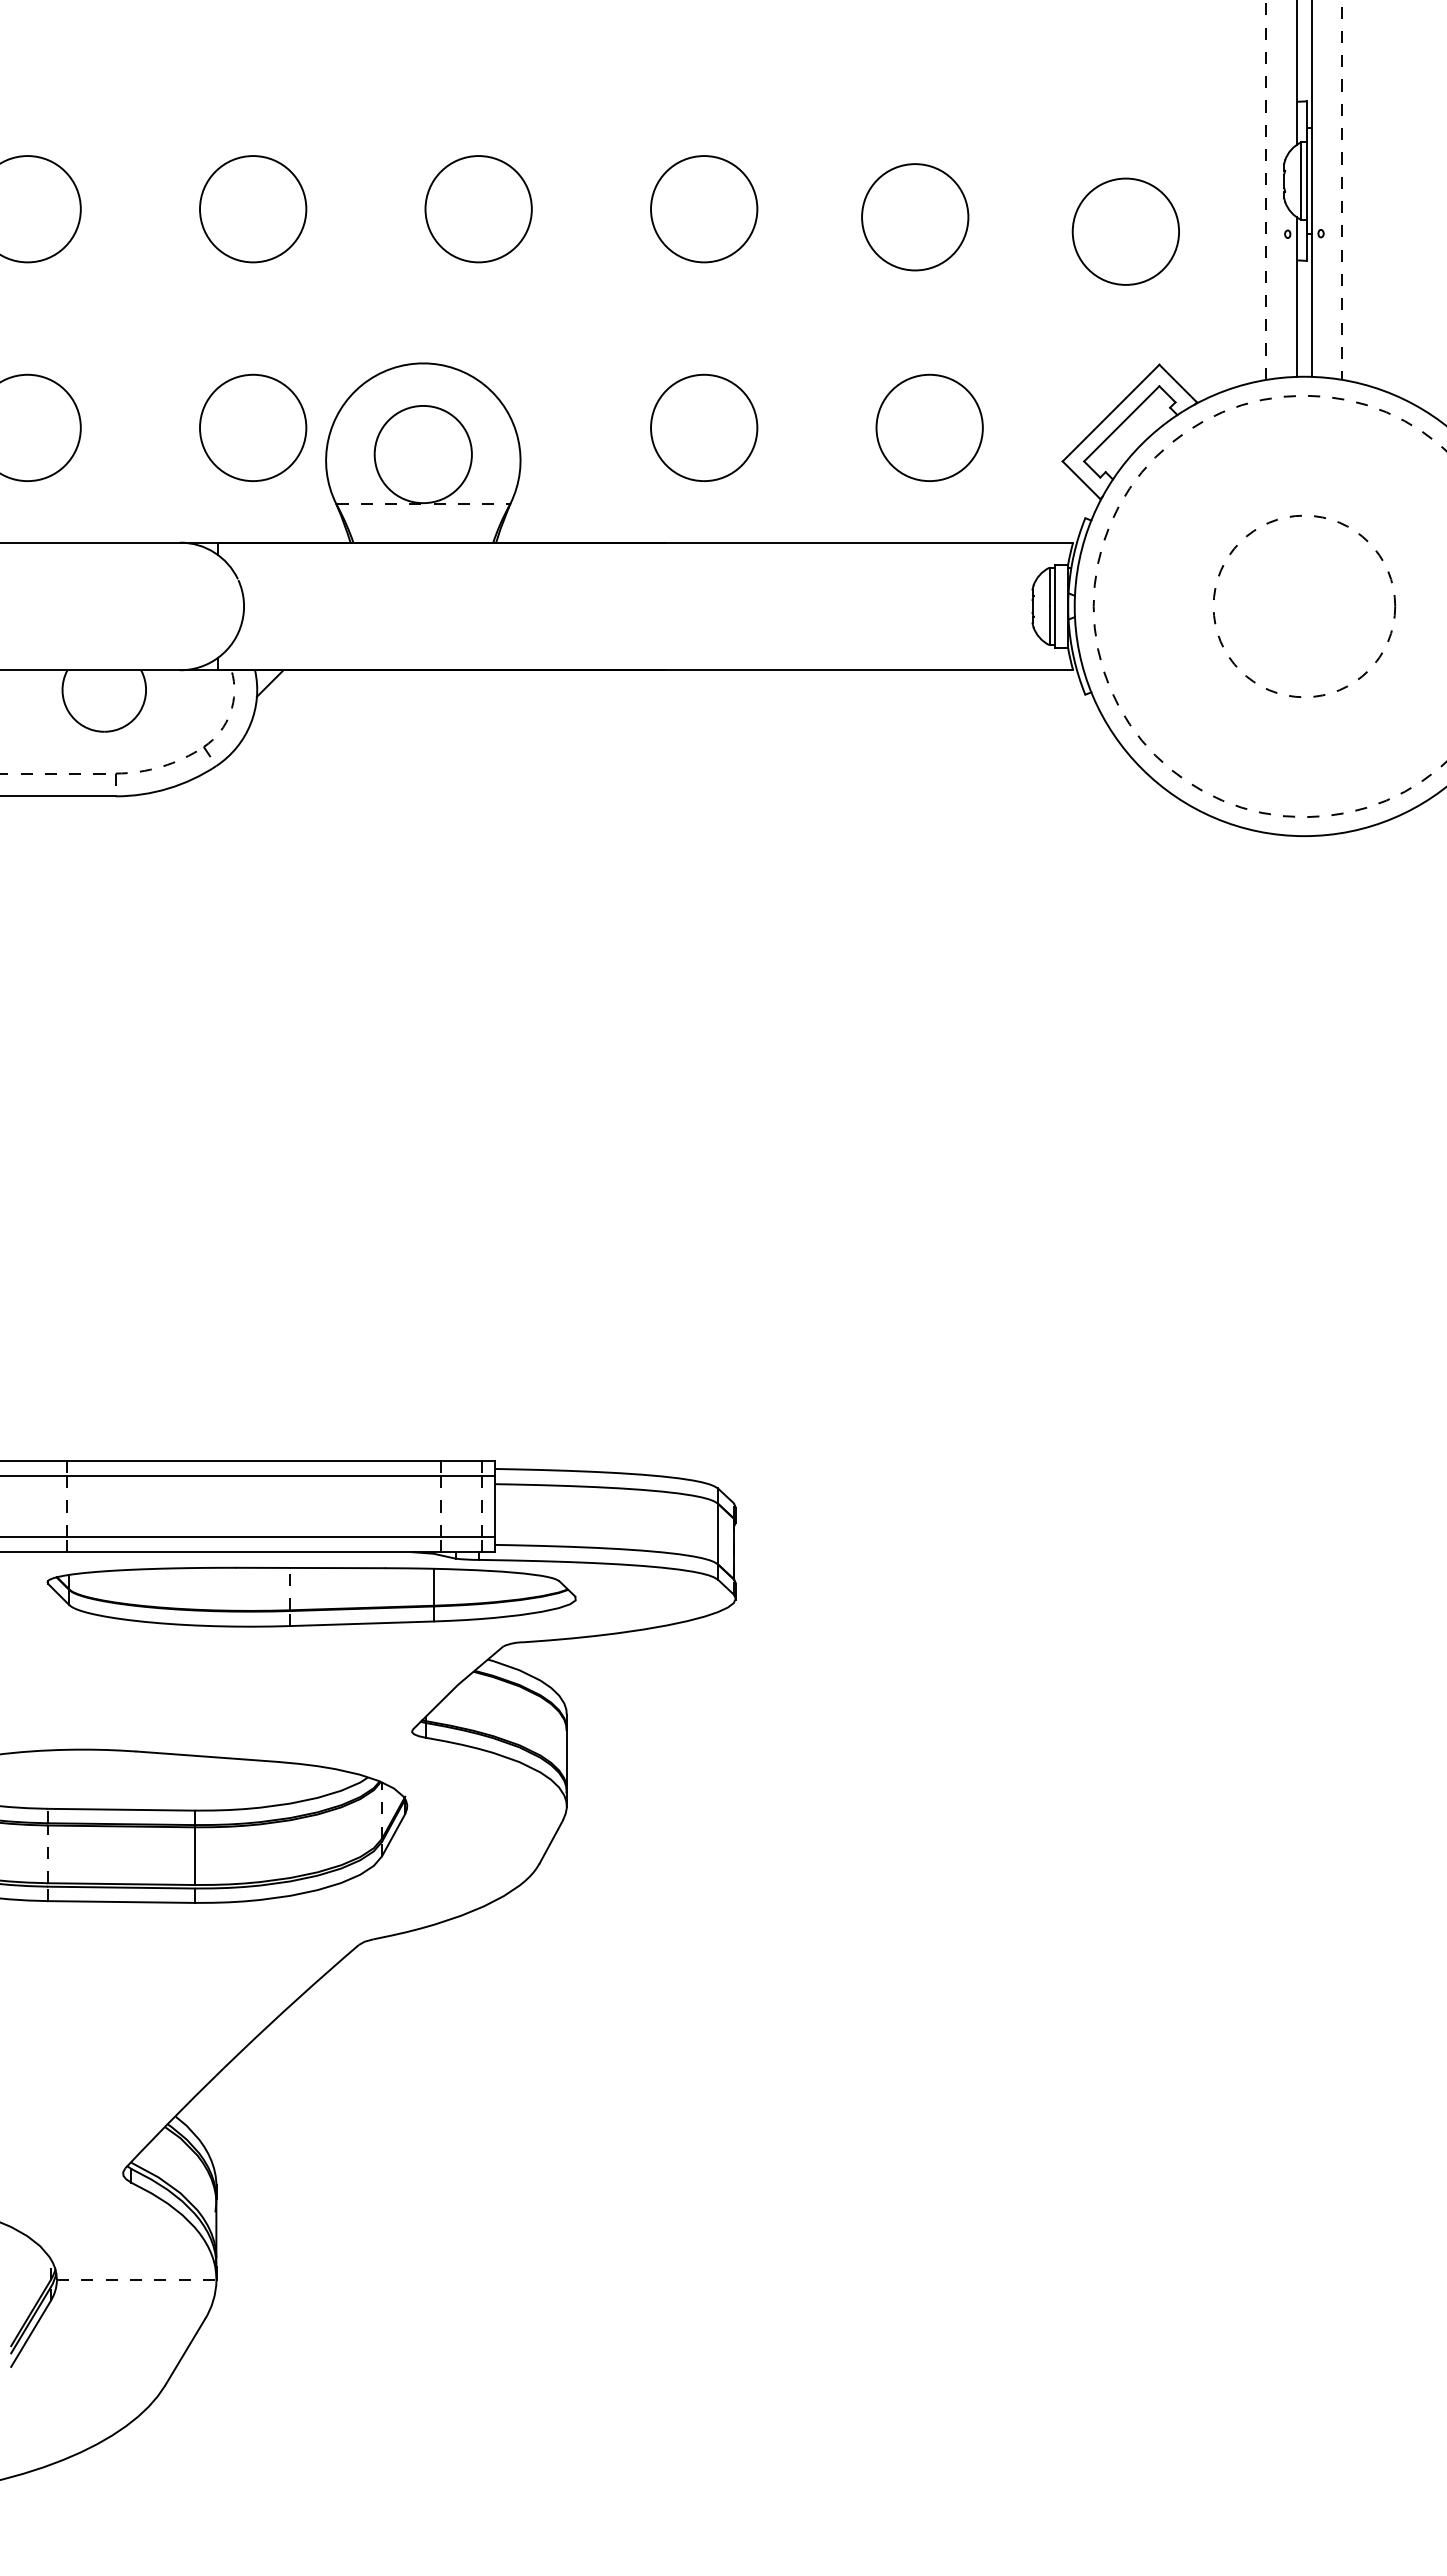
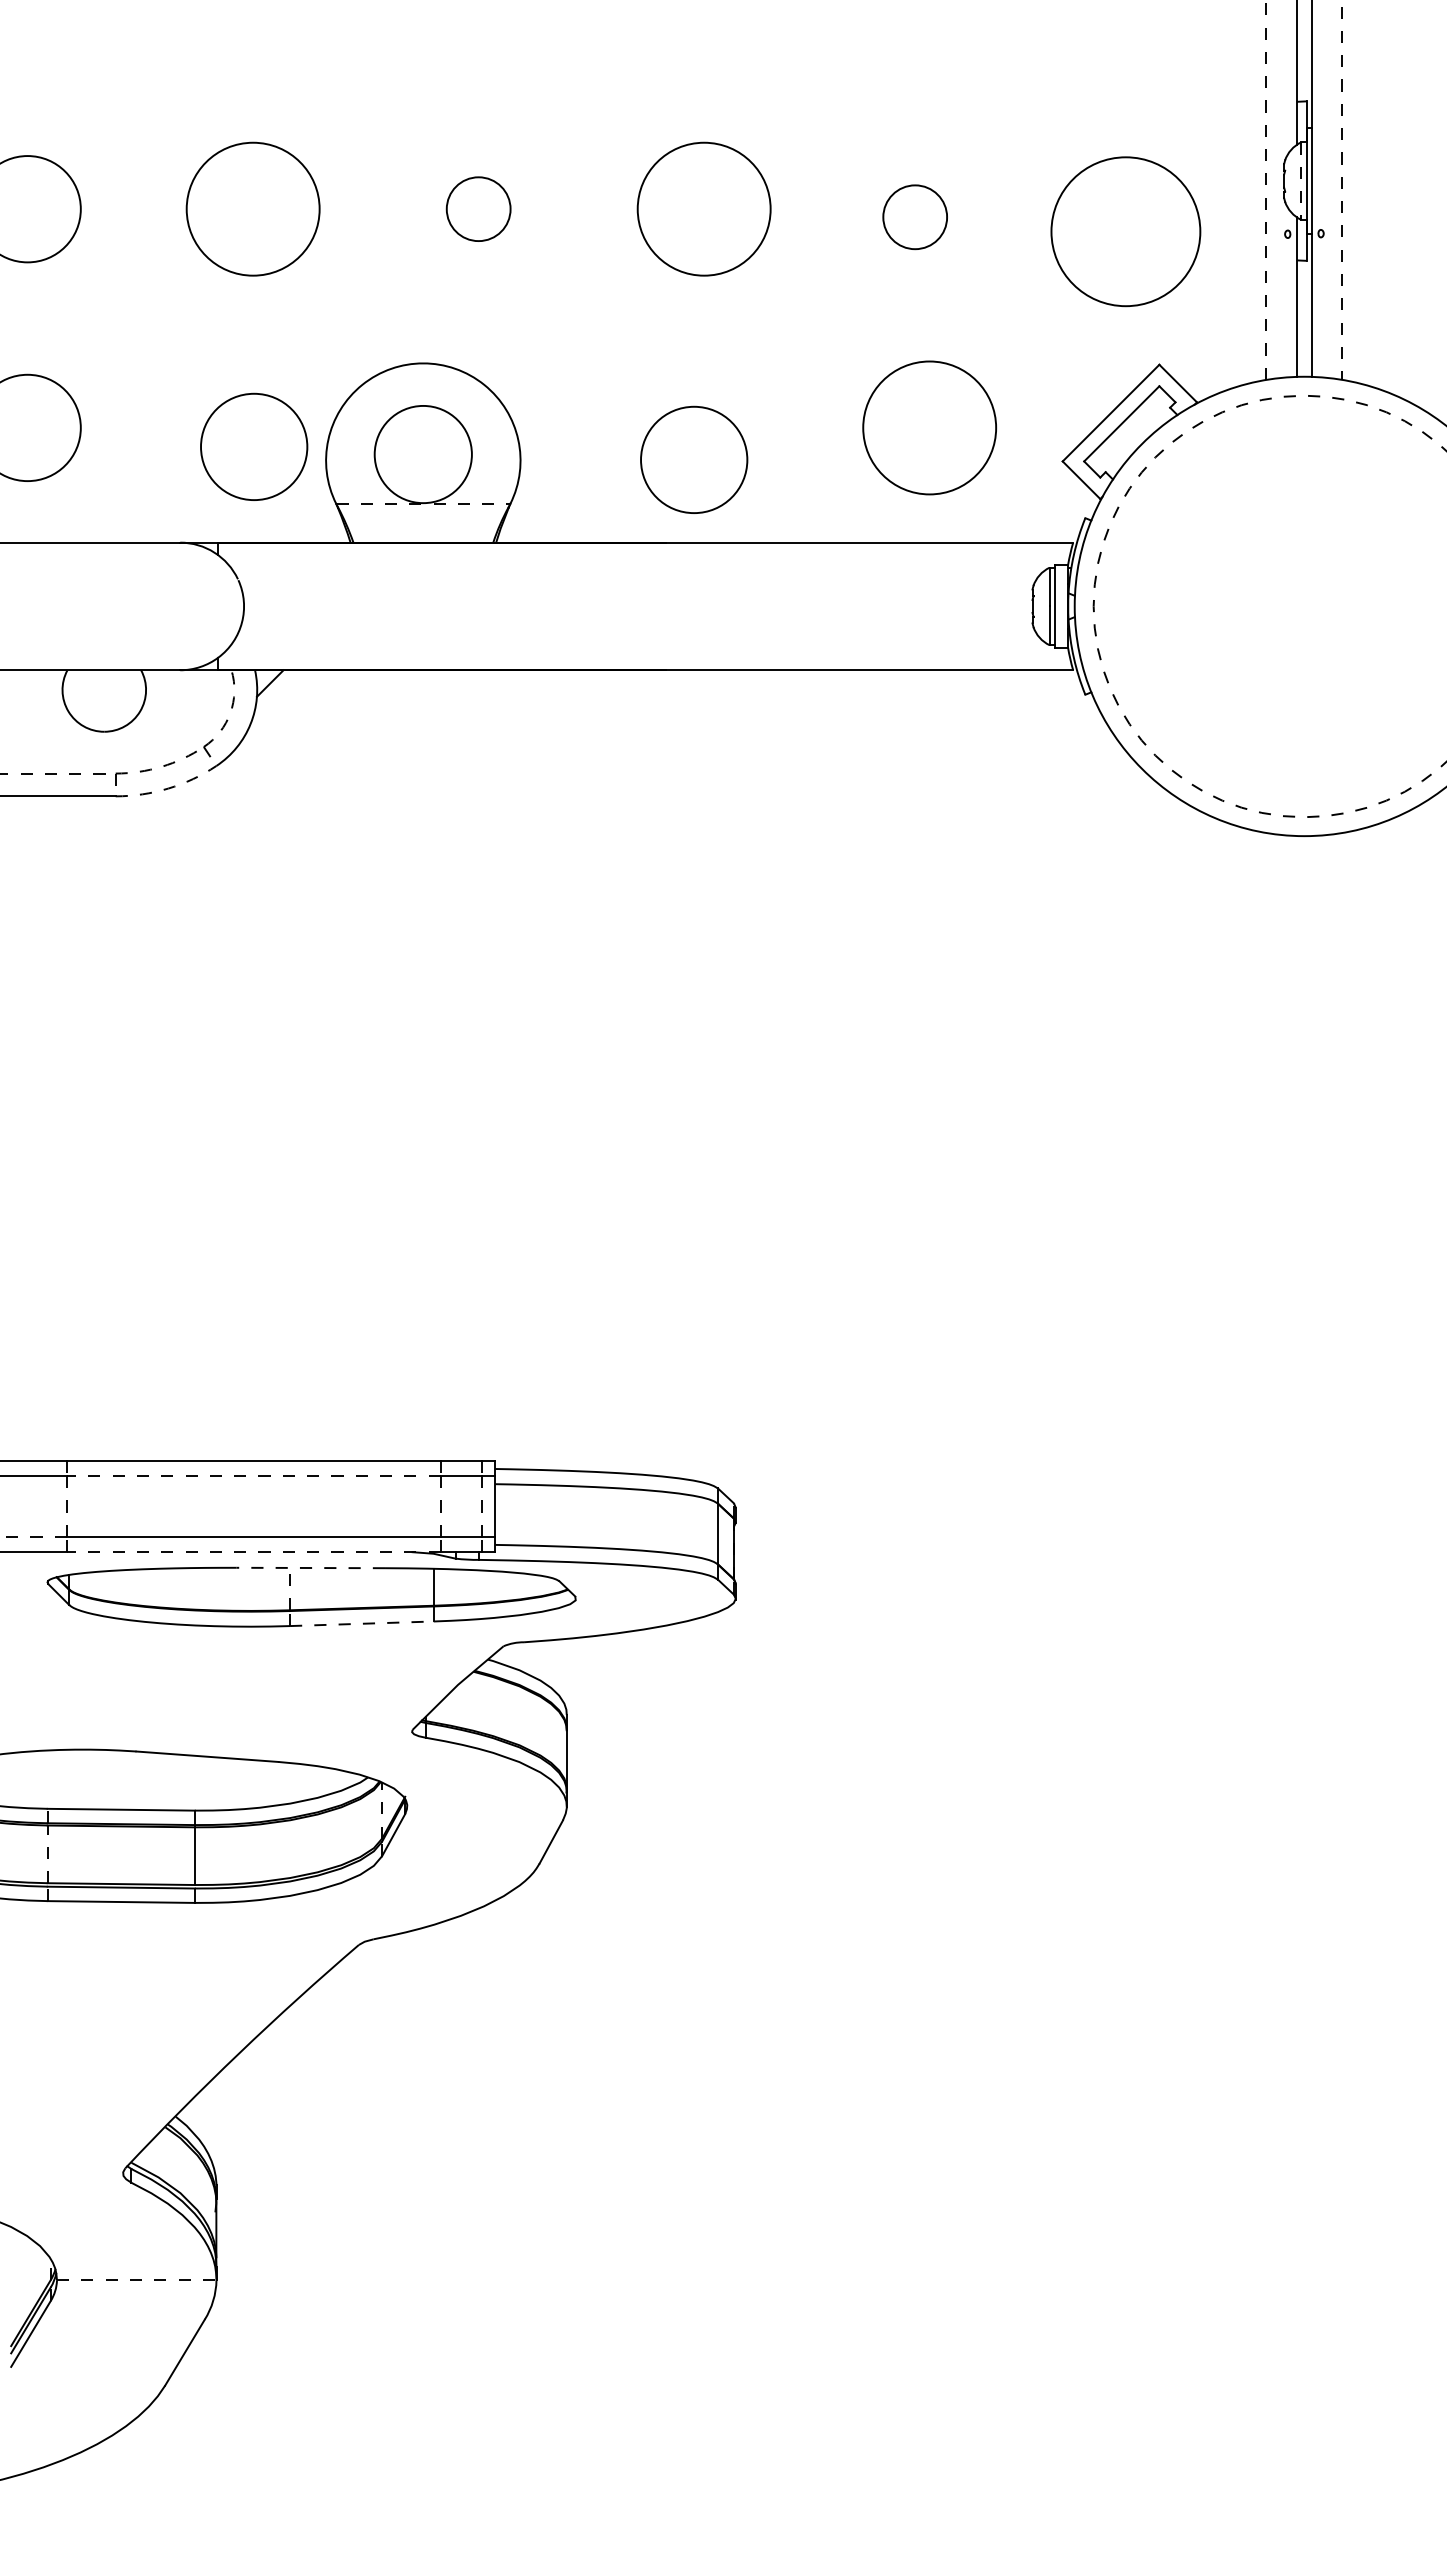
line at (1301, 181): solid -> dashed
circle at (253, 209) diameter: 106 px -> 133 px
circle at (478, 209) diameter: 106 px -> 64 px
circle at (704, 209) diameter: 106 px -> 133 px
circle at (915, 217) diameter: 106 px -> 64 px
circle at (1125, 231) diameter: 106 px -> 149 px
circle at (253, 427) position: (253, 427) -> (254, 446)
circle at (704, 427) position: (704, 427) -> (694, 459)
circle at (929, 427) diameter: 106 px -> 133 px
circle at (1304, 605): present -> none
arc at (168, 788): solid -> dashed
line at (253, 1476): solid -> dashed
line at (33, 1536): solid -> dashed
line at (253, 1552): solid -> dashed
line at (310, 1568): solid -> dashed
line at (361, 1623): solid -> dashed
